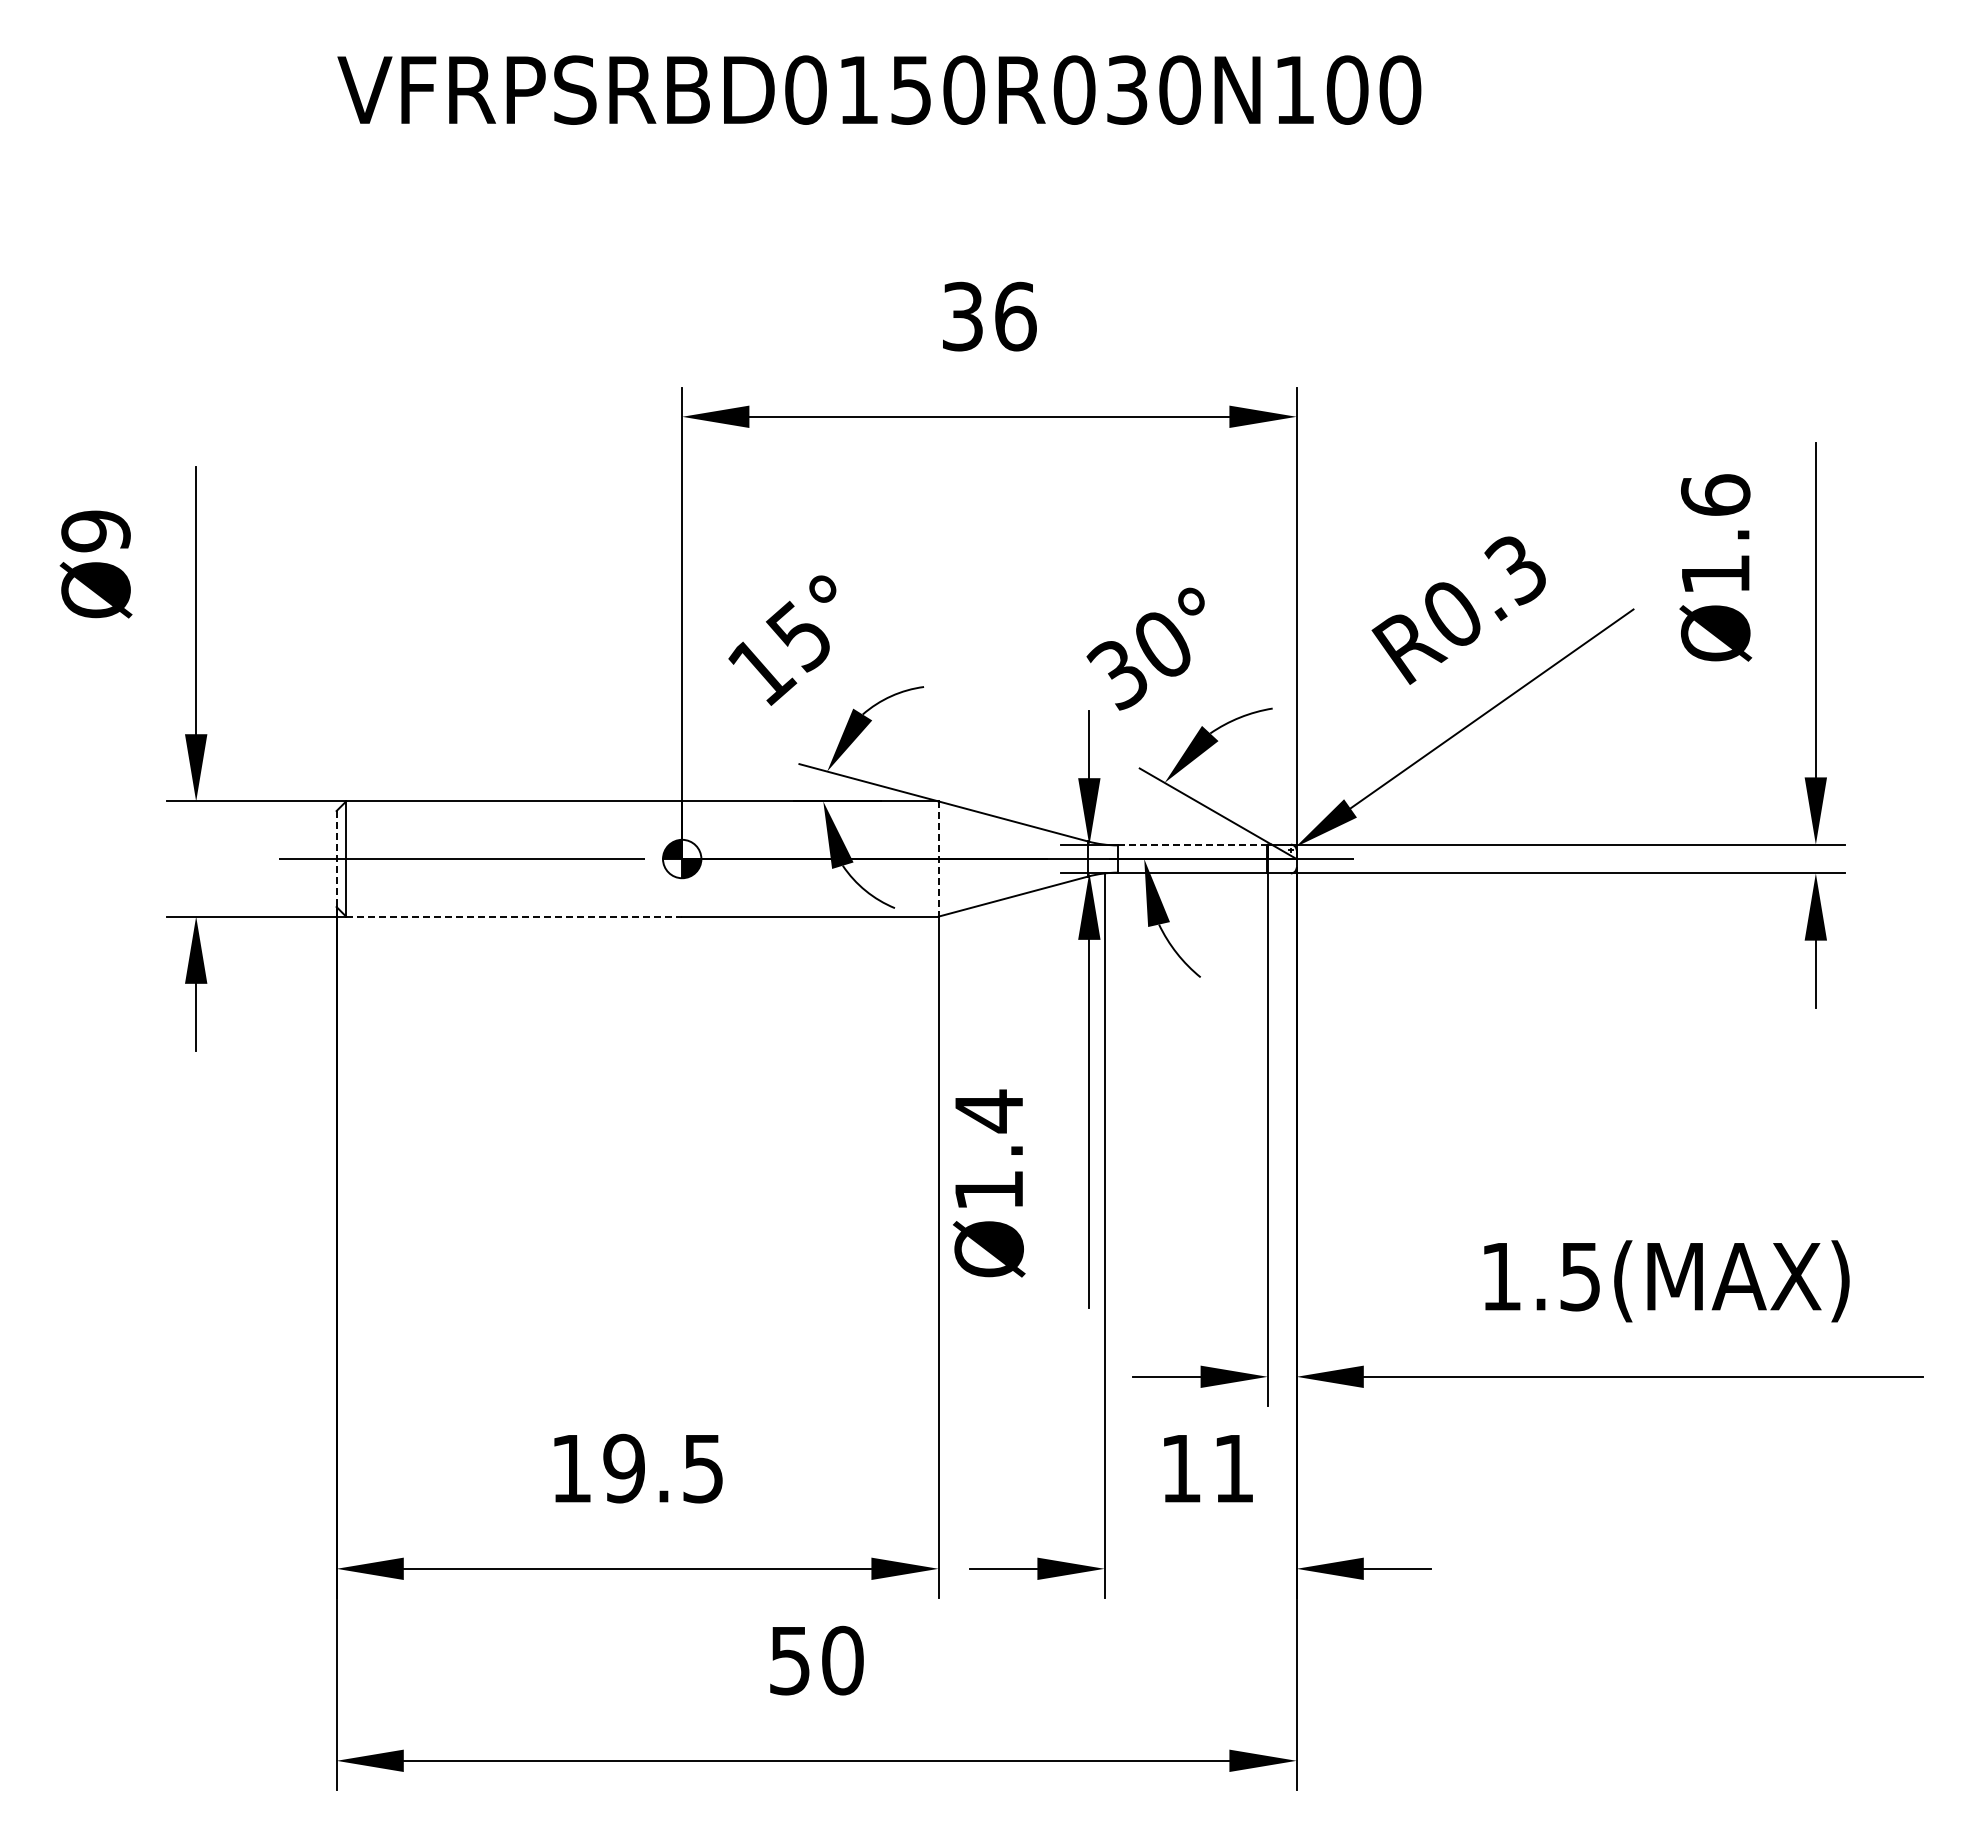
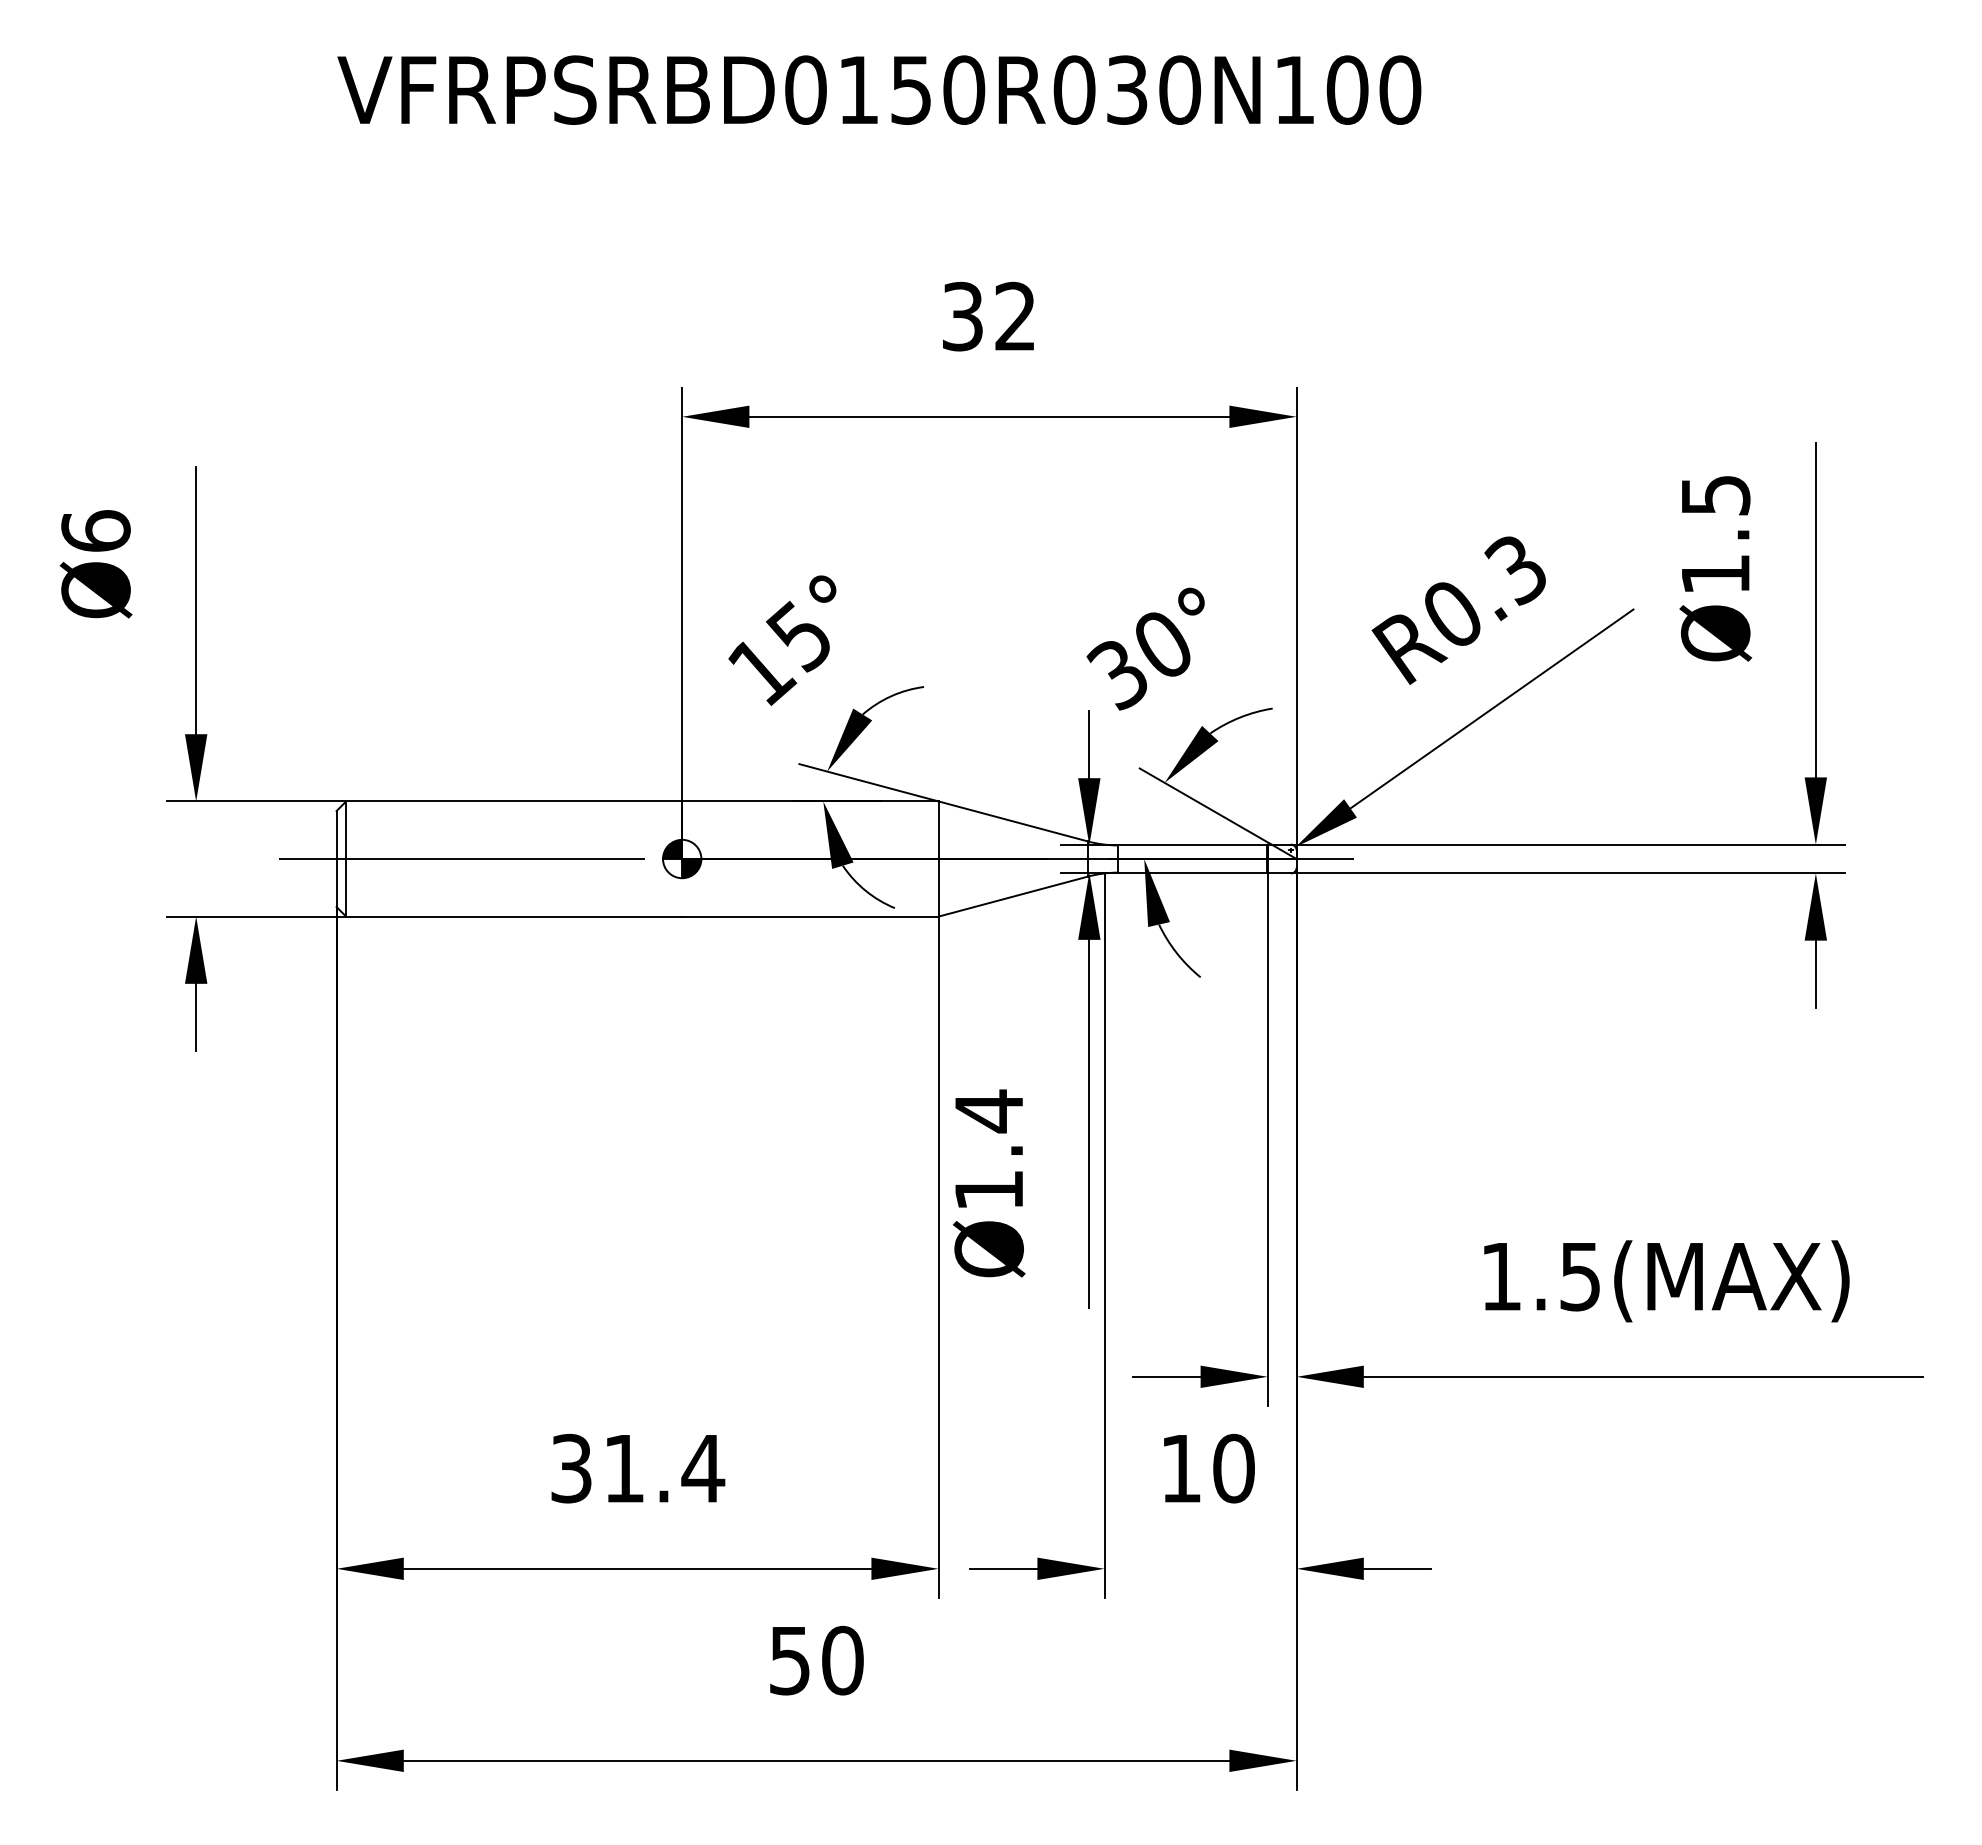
text at (1015, 316): 36 -> 32
text at (1715, 494): Ø1.6 -> Ø1.5
text at (95, 531): Ø9 -> Ø6
line at (1192, 845): dashed -> solid
line at (336, 859): dashed -> solid
line at (938, 859): dashed -> solid
line at (514, 916): dashed -> solid
text at (638, 1468): 19.5 -> 31.4
text at (1233, 1468): 11 -> 10
